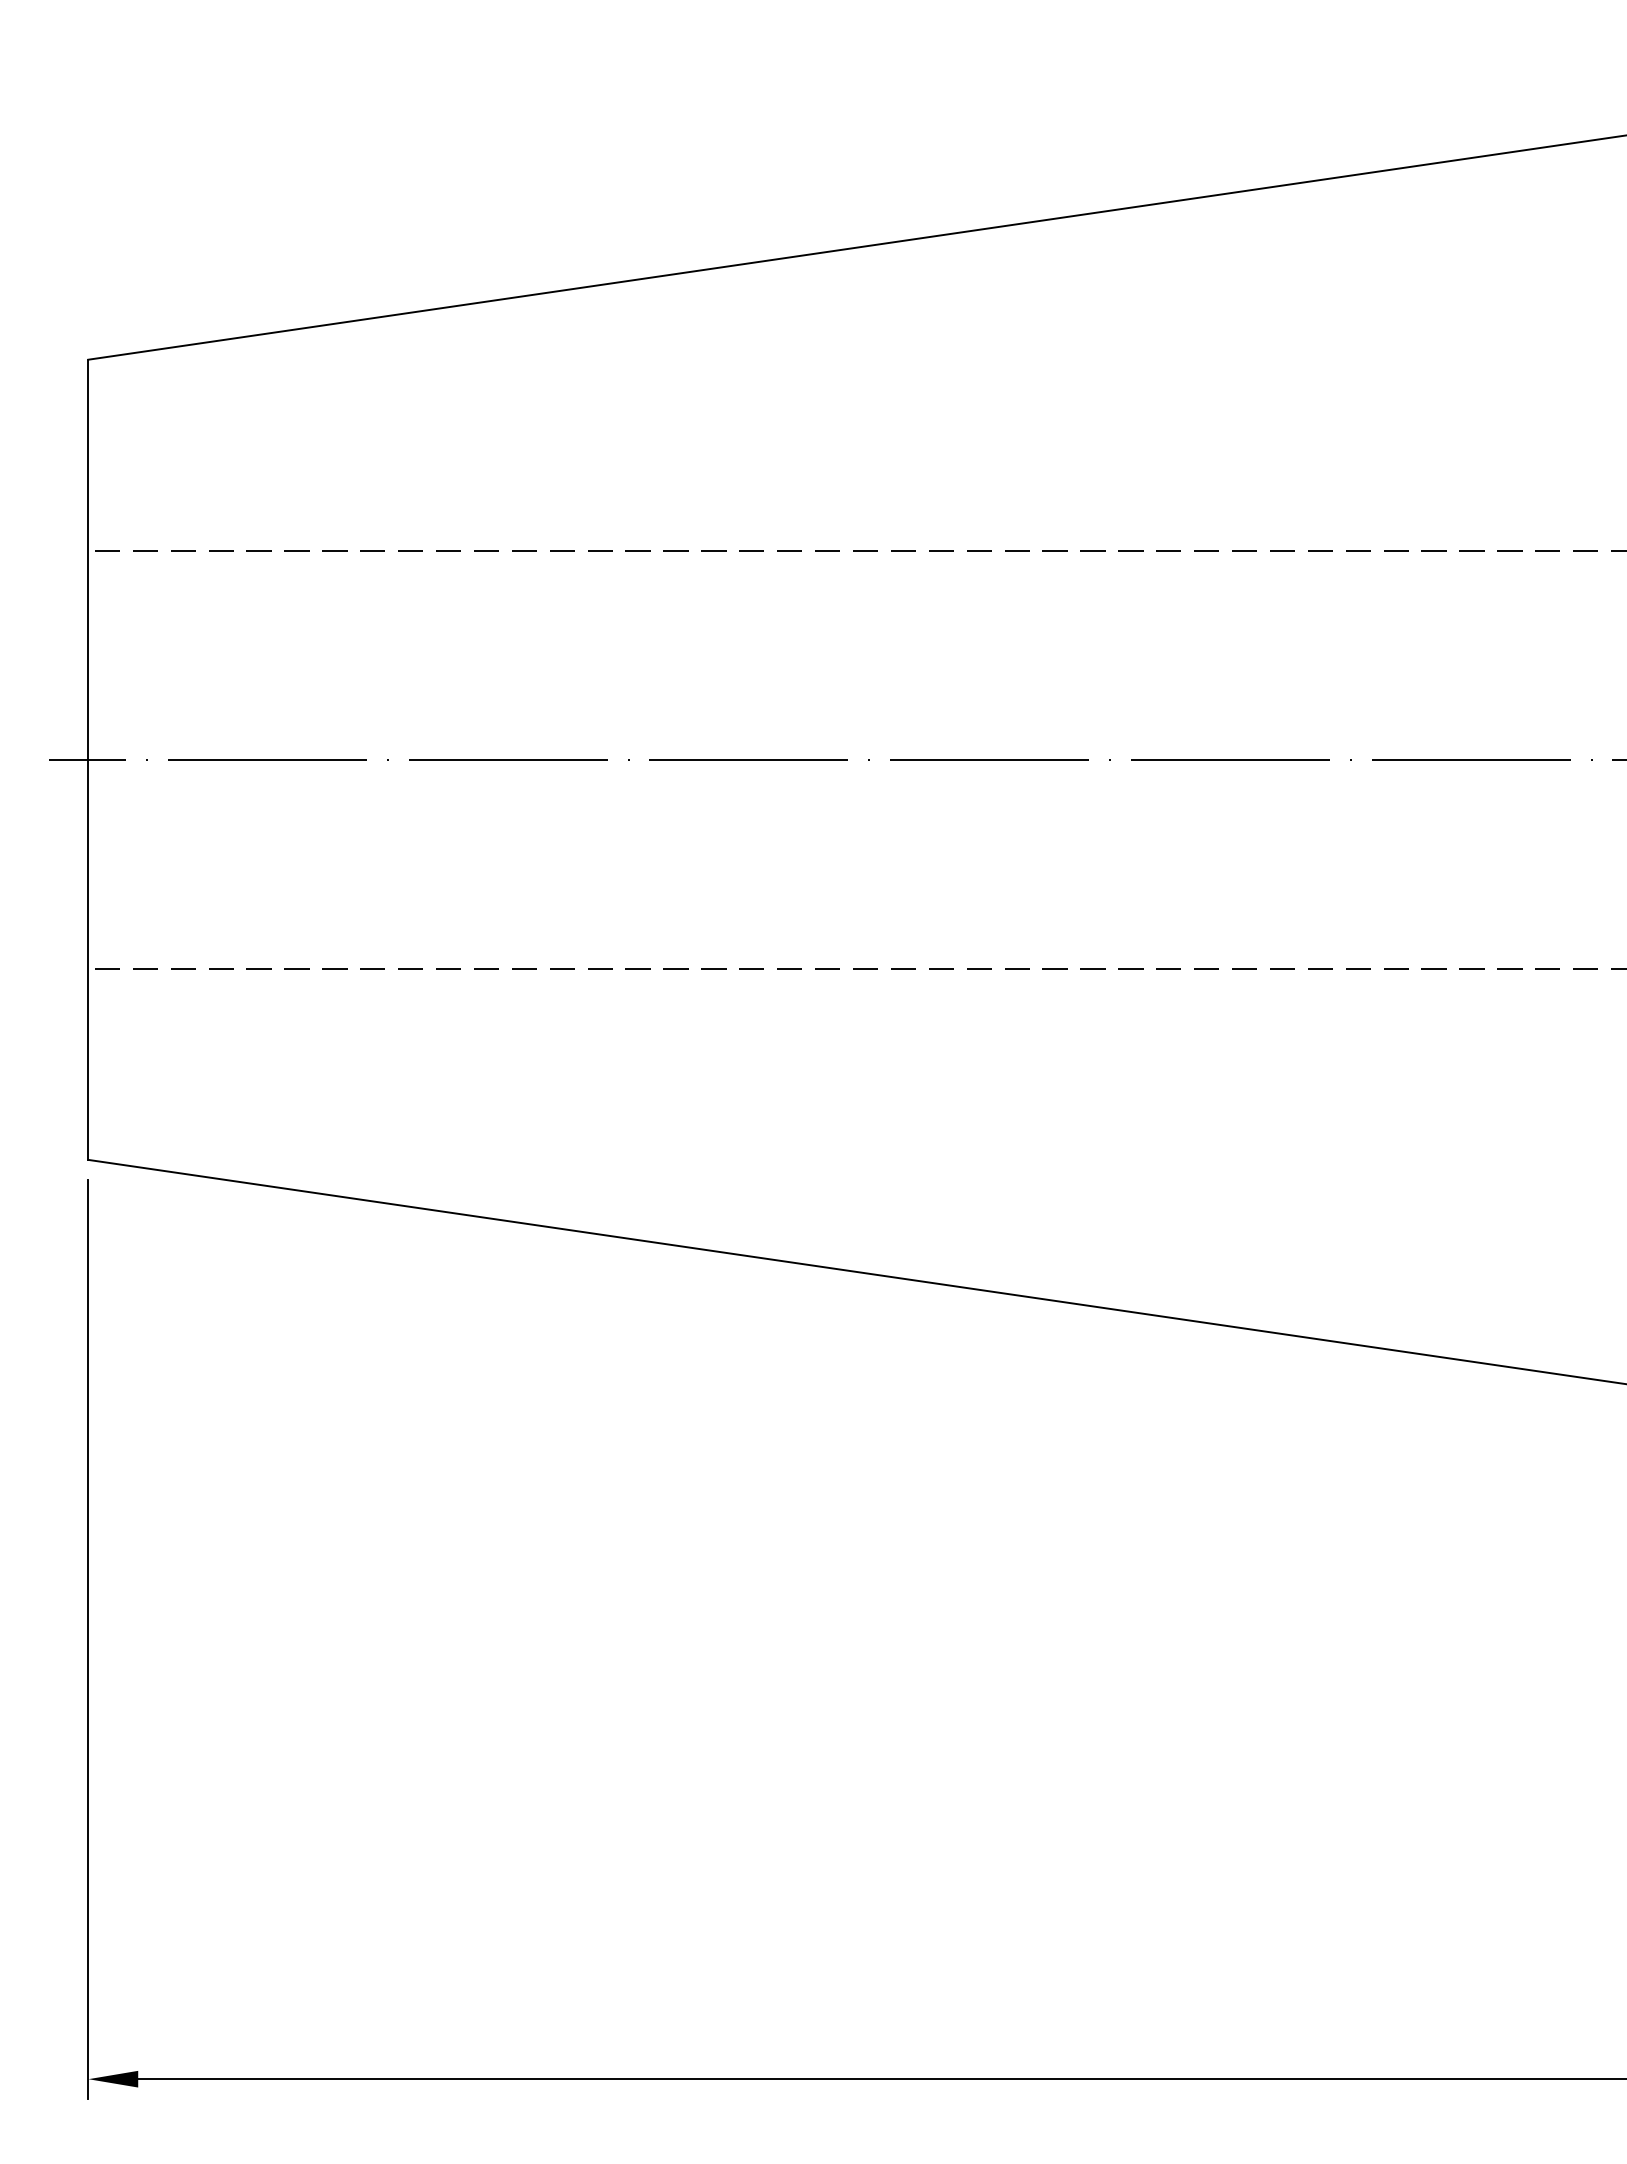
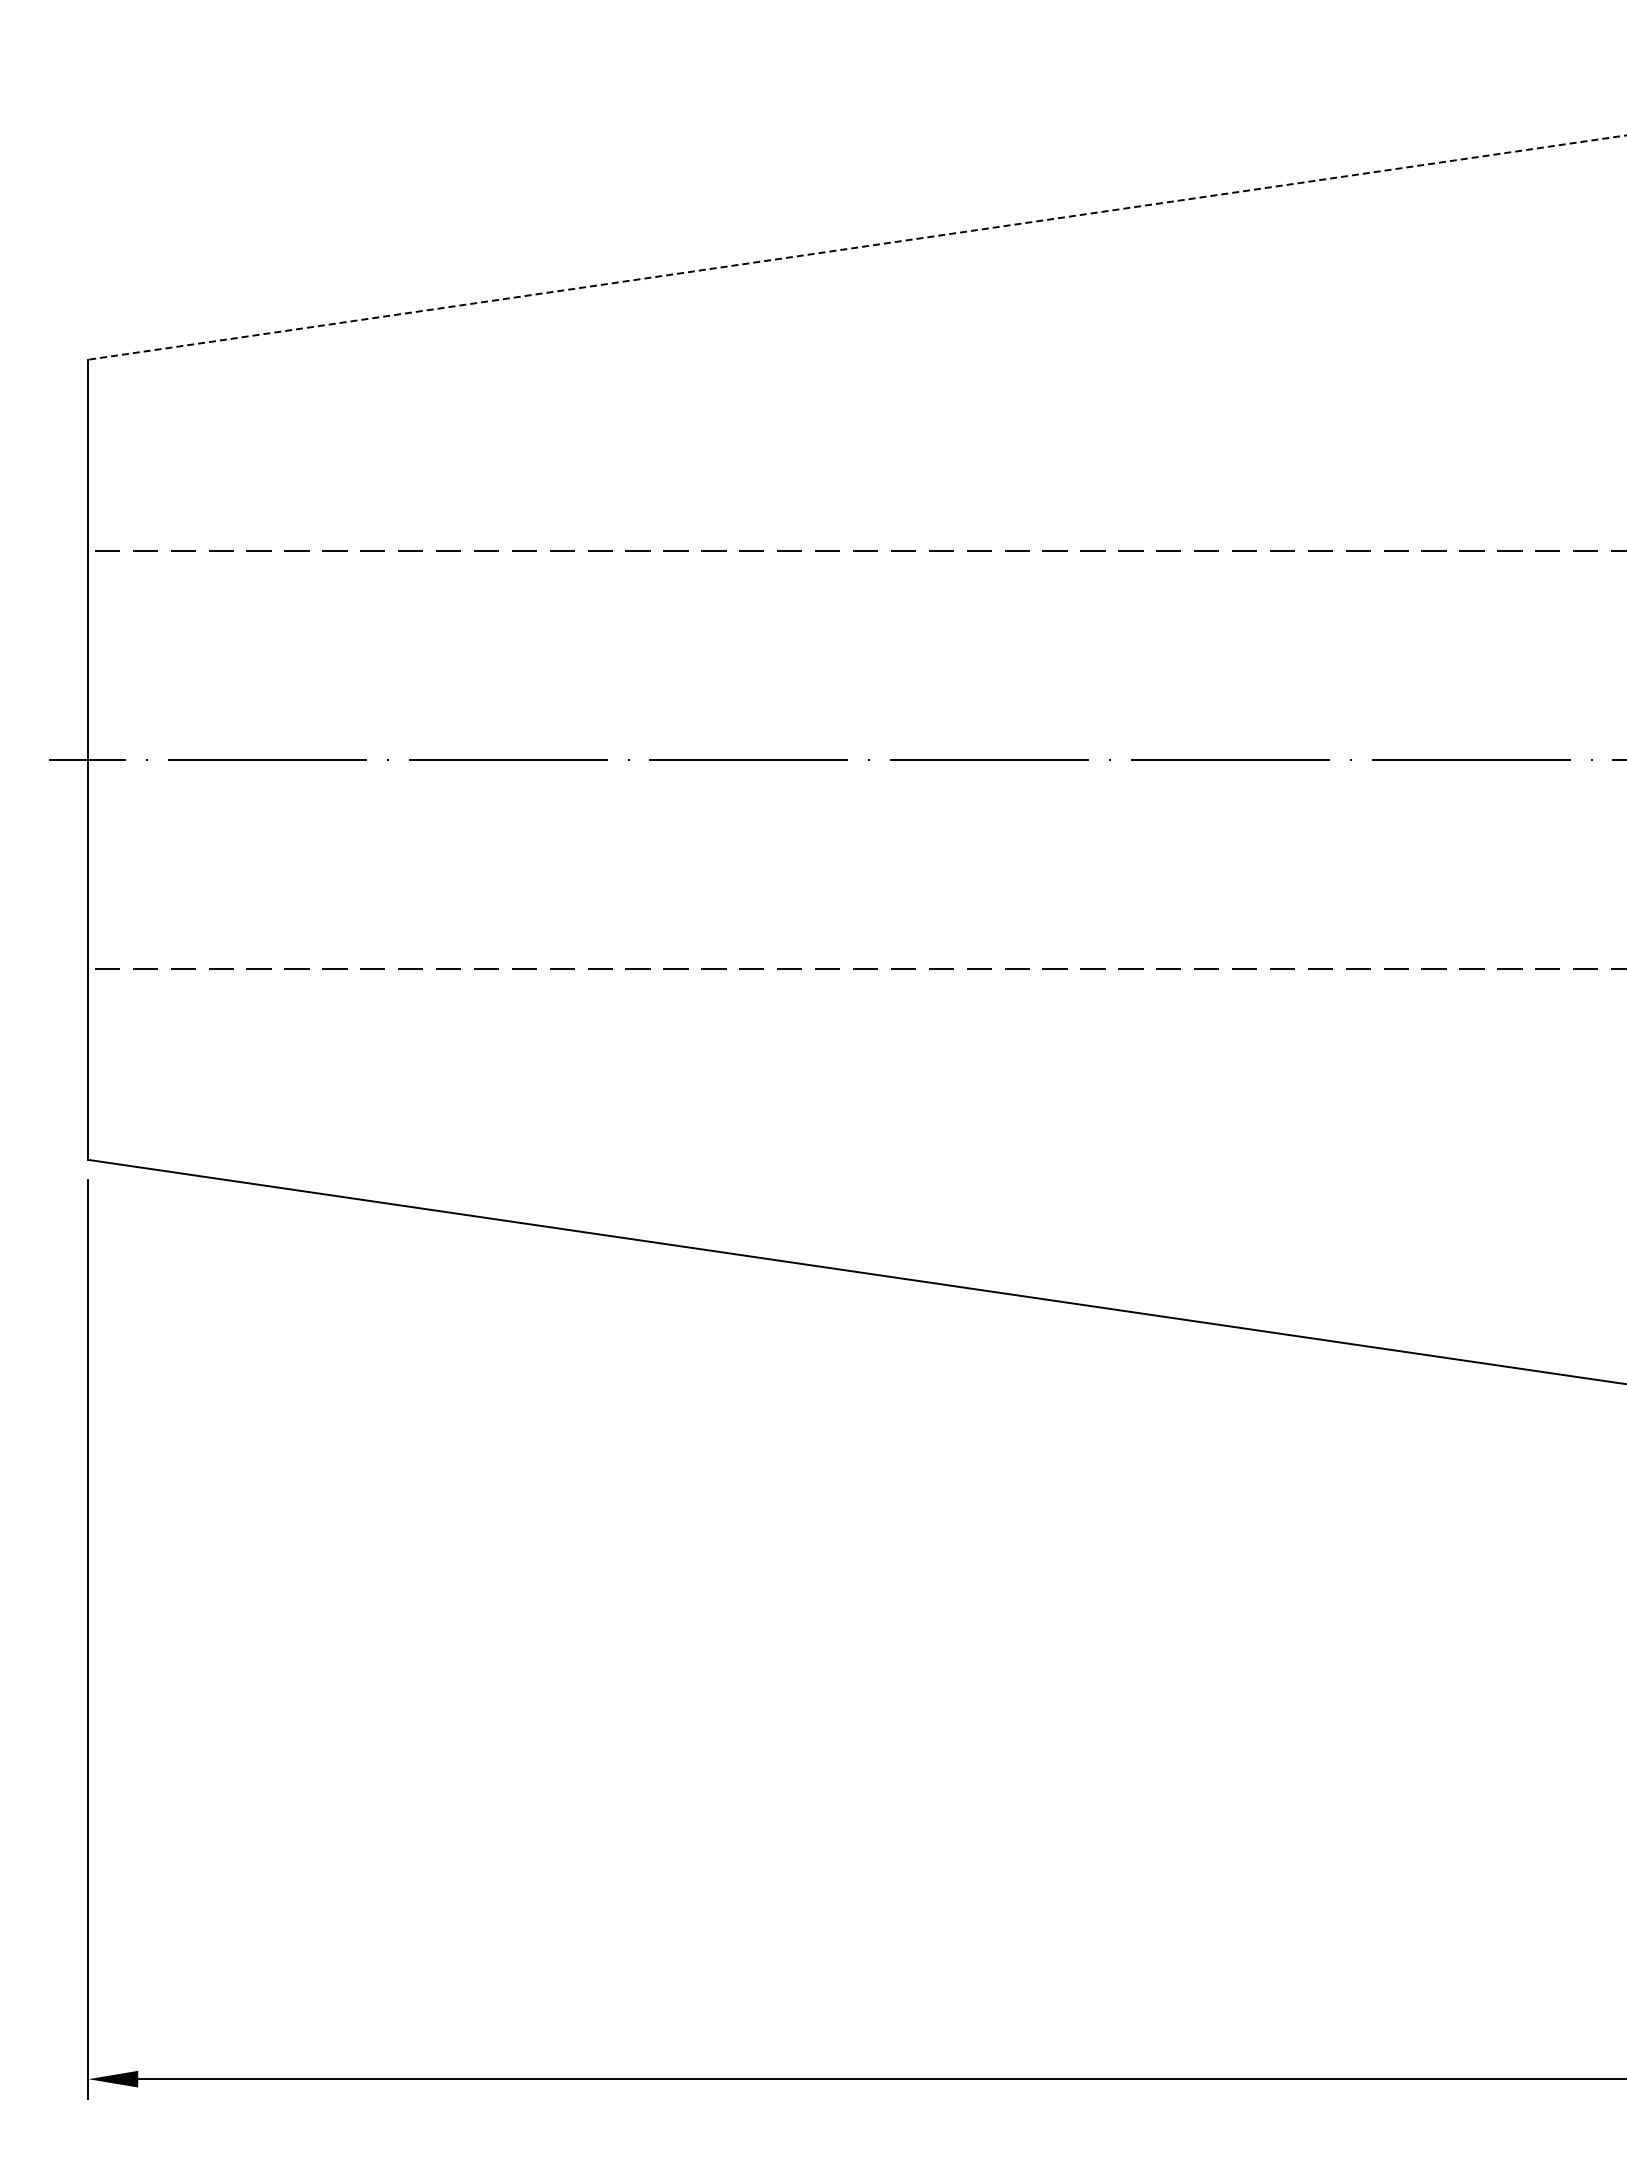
line at (857, 247): solid -> dashed
